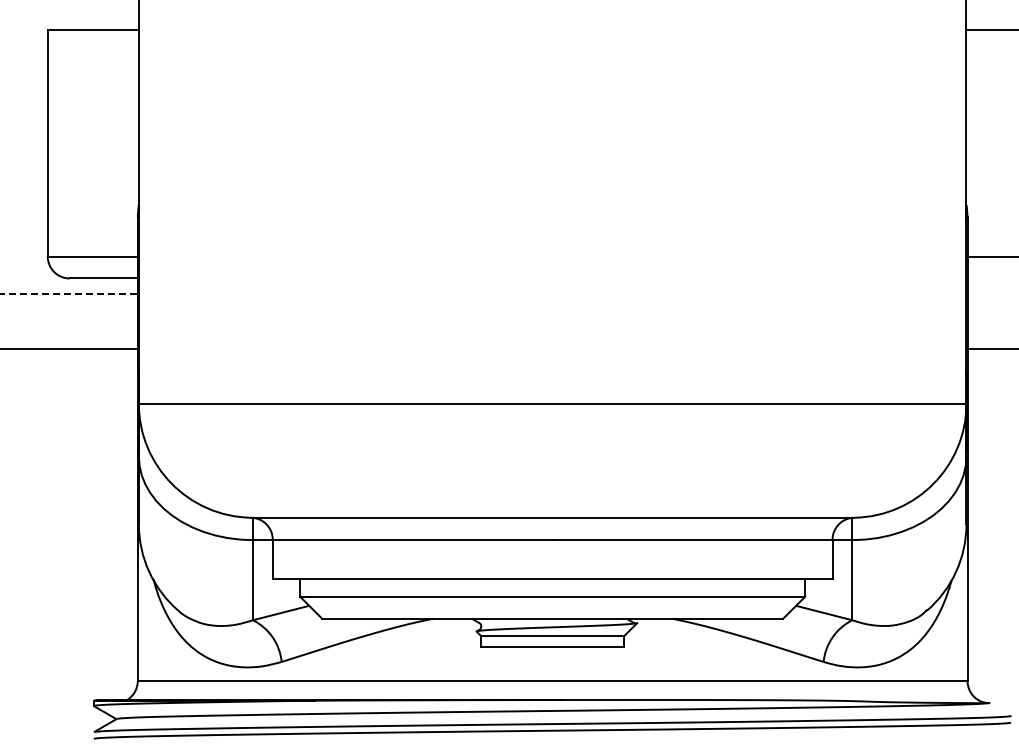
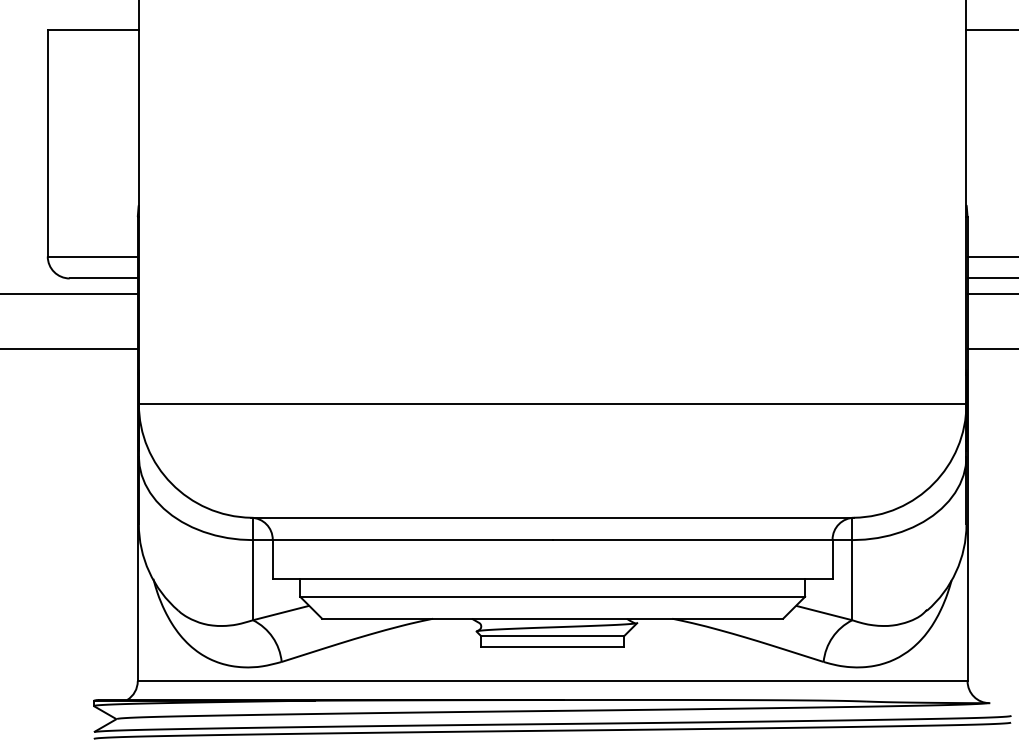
line at (991, 278): none -> present
line at (69, 293): dashed -> solid
line at (991, 293): none -> present
